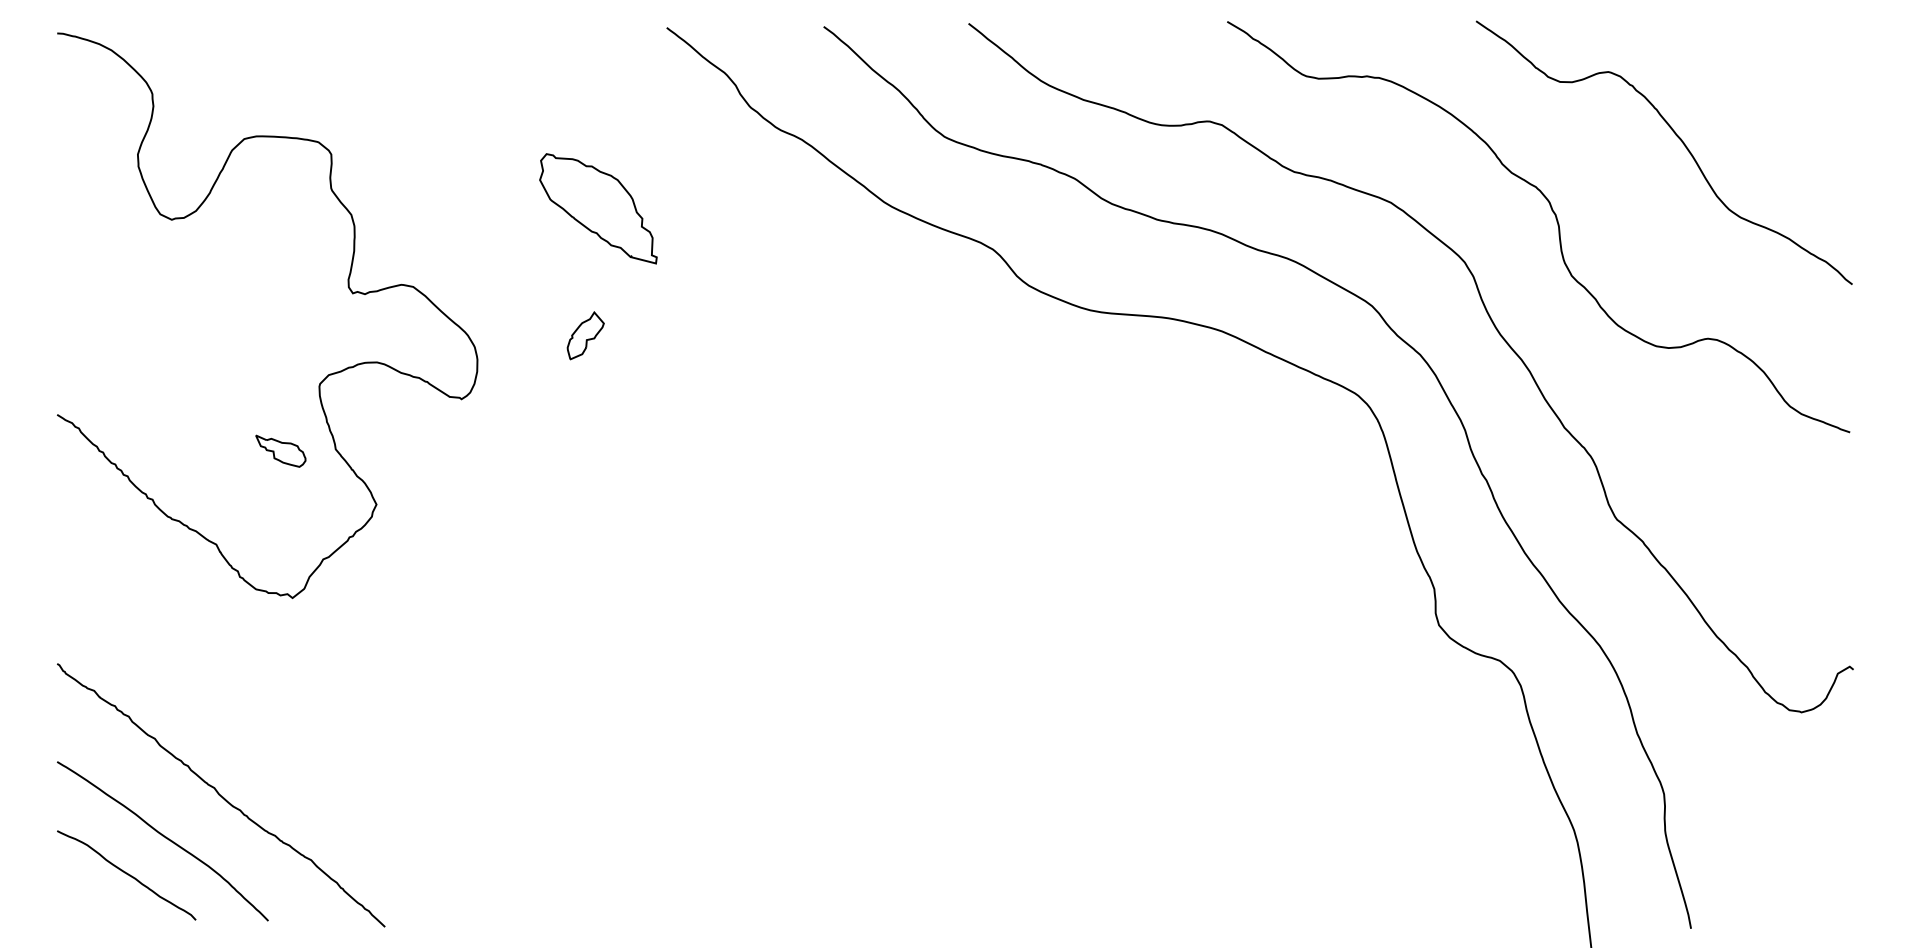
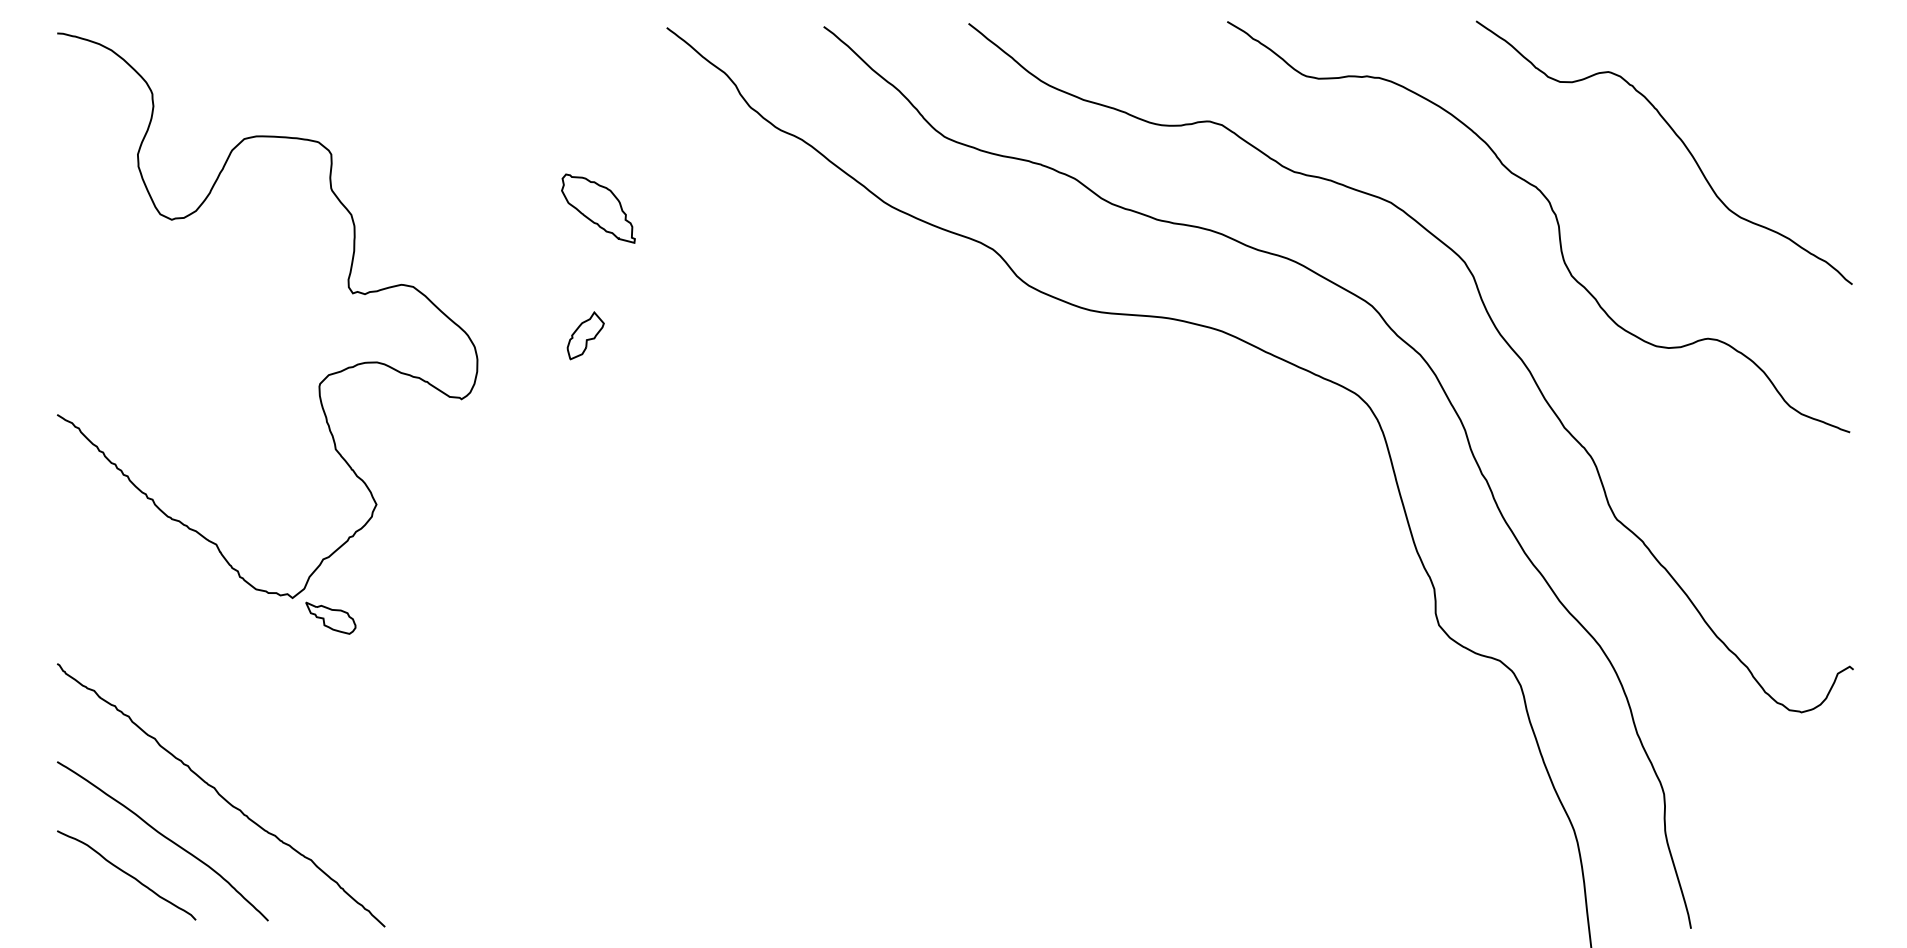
part at (598, 208) size: 119x112 px -> 75x71 px
part at (280, 450) position: (280, 450) -> (330, 617)
